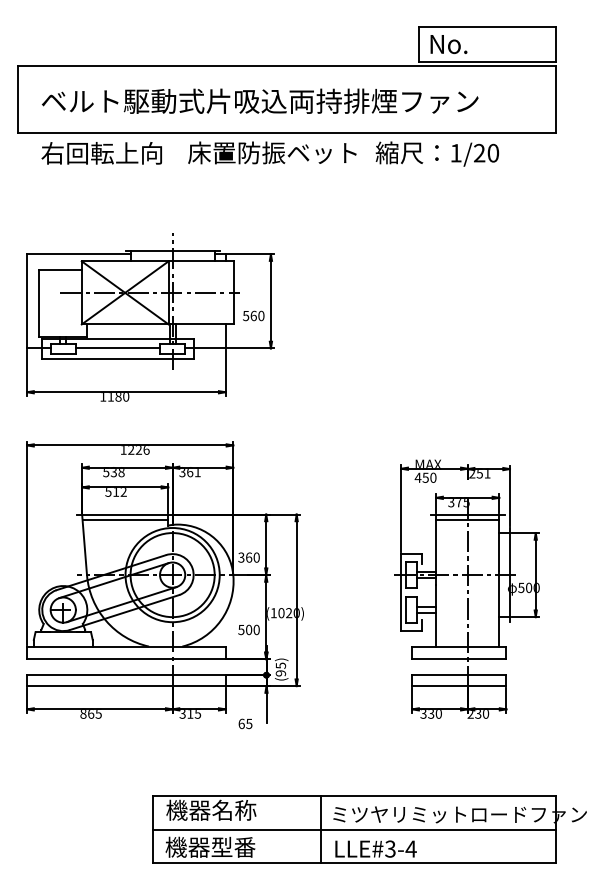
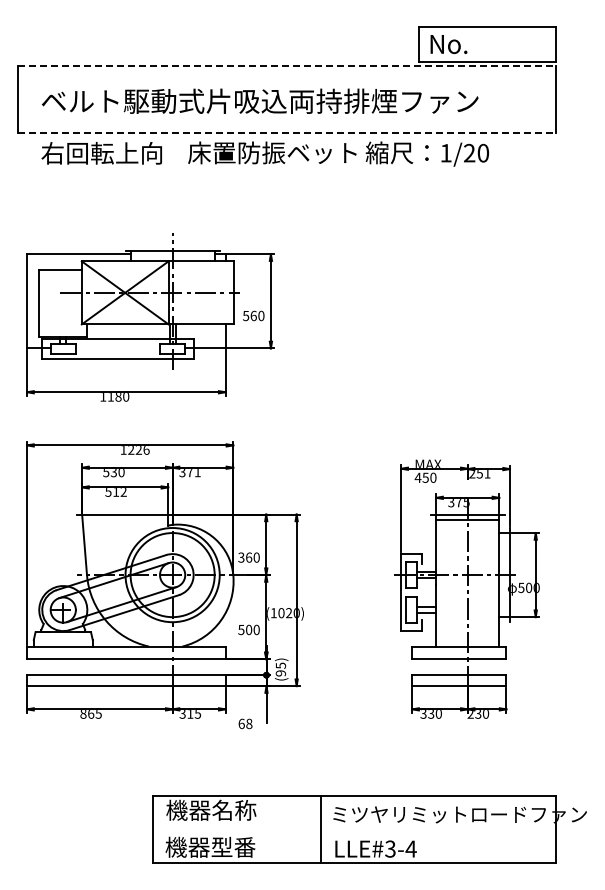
line at (287, 66): solid -> dashed
line at (287, 133): solid -> dashed
text at (436, 153) position: (436, 153) -> (426, 153)
line at (117, 348): present -> none
text at (121, 472): 538 -> 530
text at (190, 473): 361 -> 371
line at (125, 519): present -> none
text at (249, 723): 65 -> 68
line at (354, 829): present -> none
